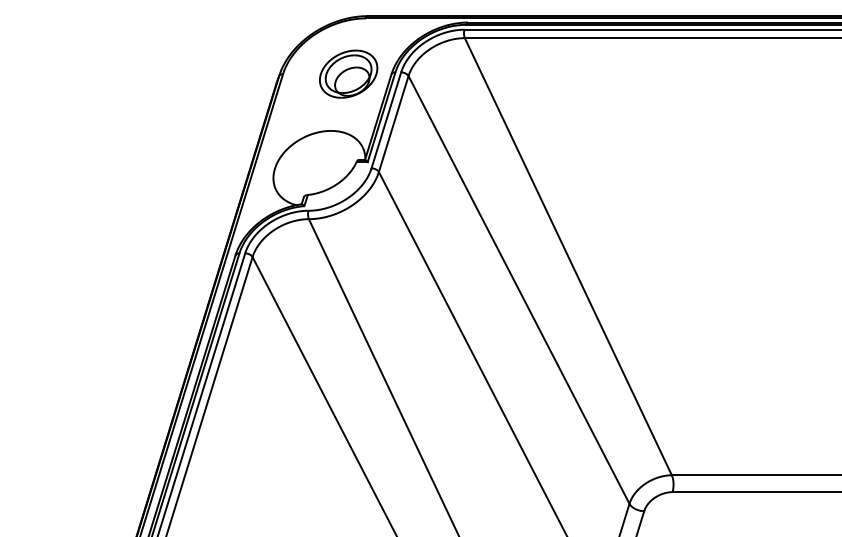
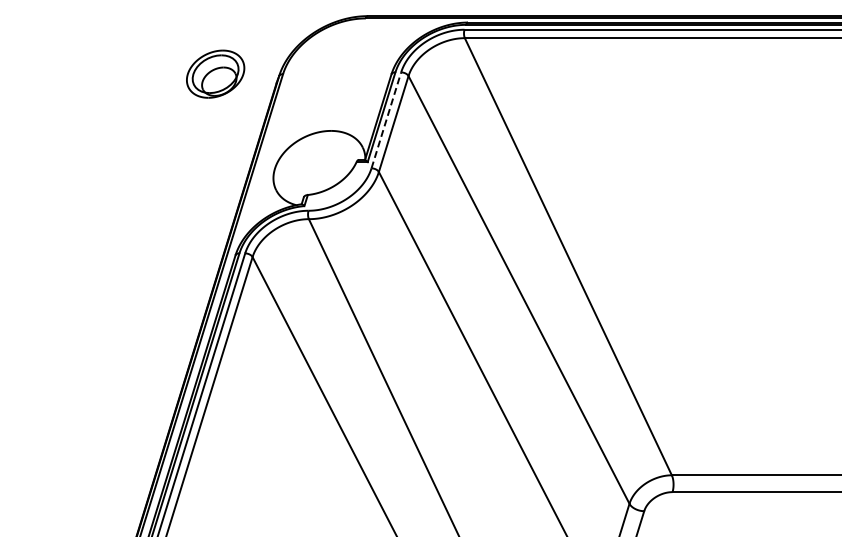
part at (348, 73) position: (348, 73) -> (215, 73)
line at (386, 119): solid -> dashed
